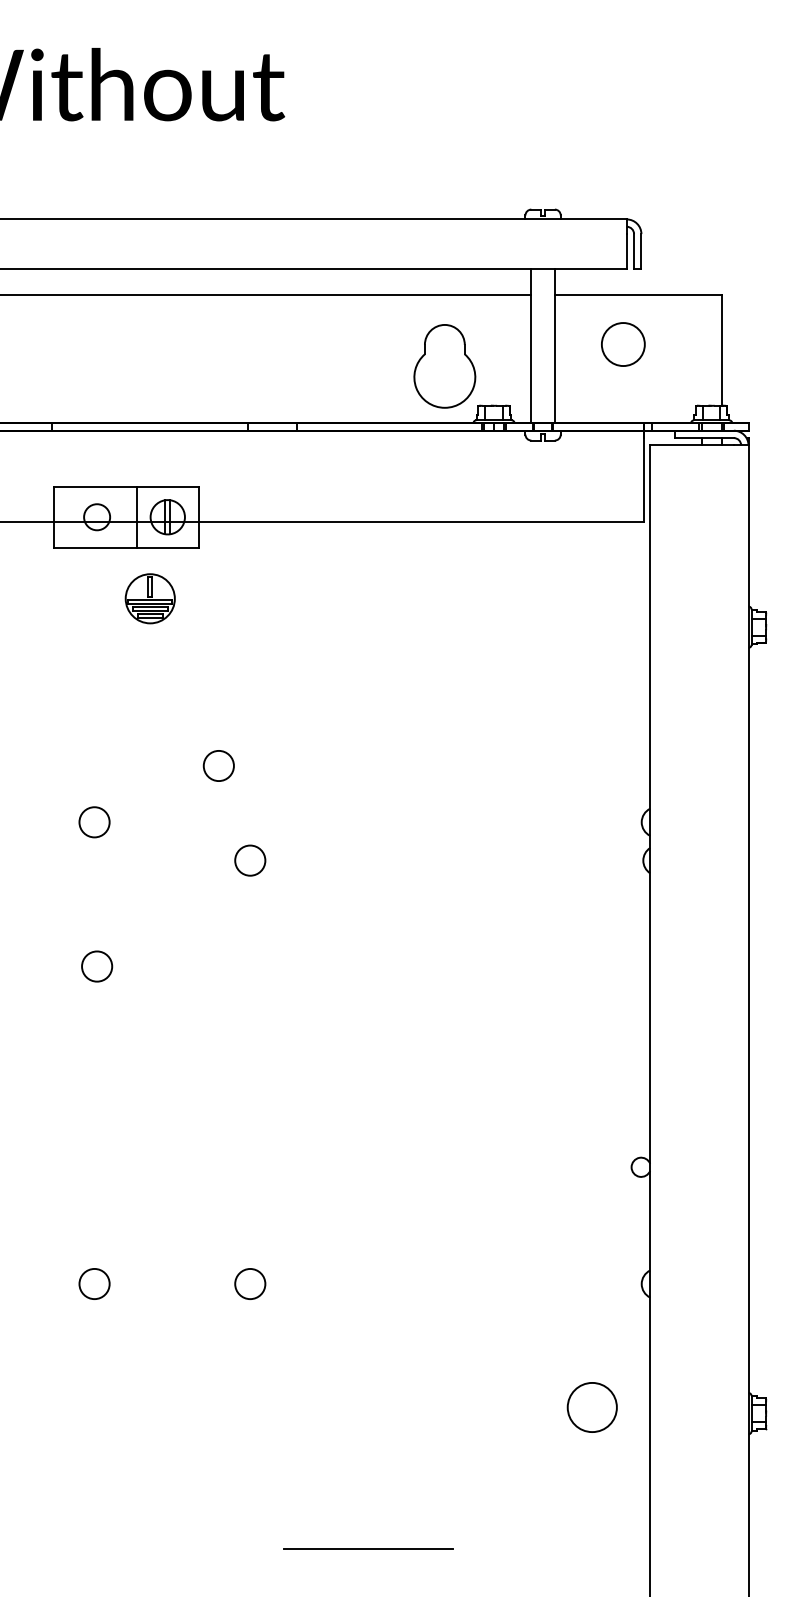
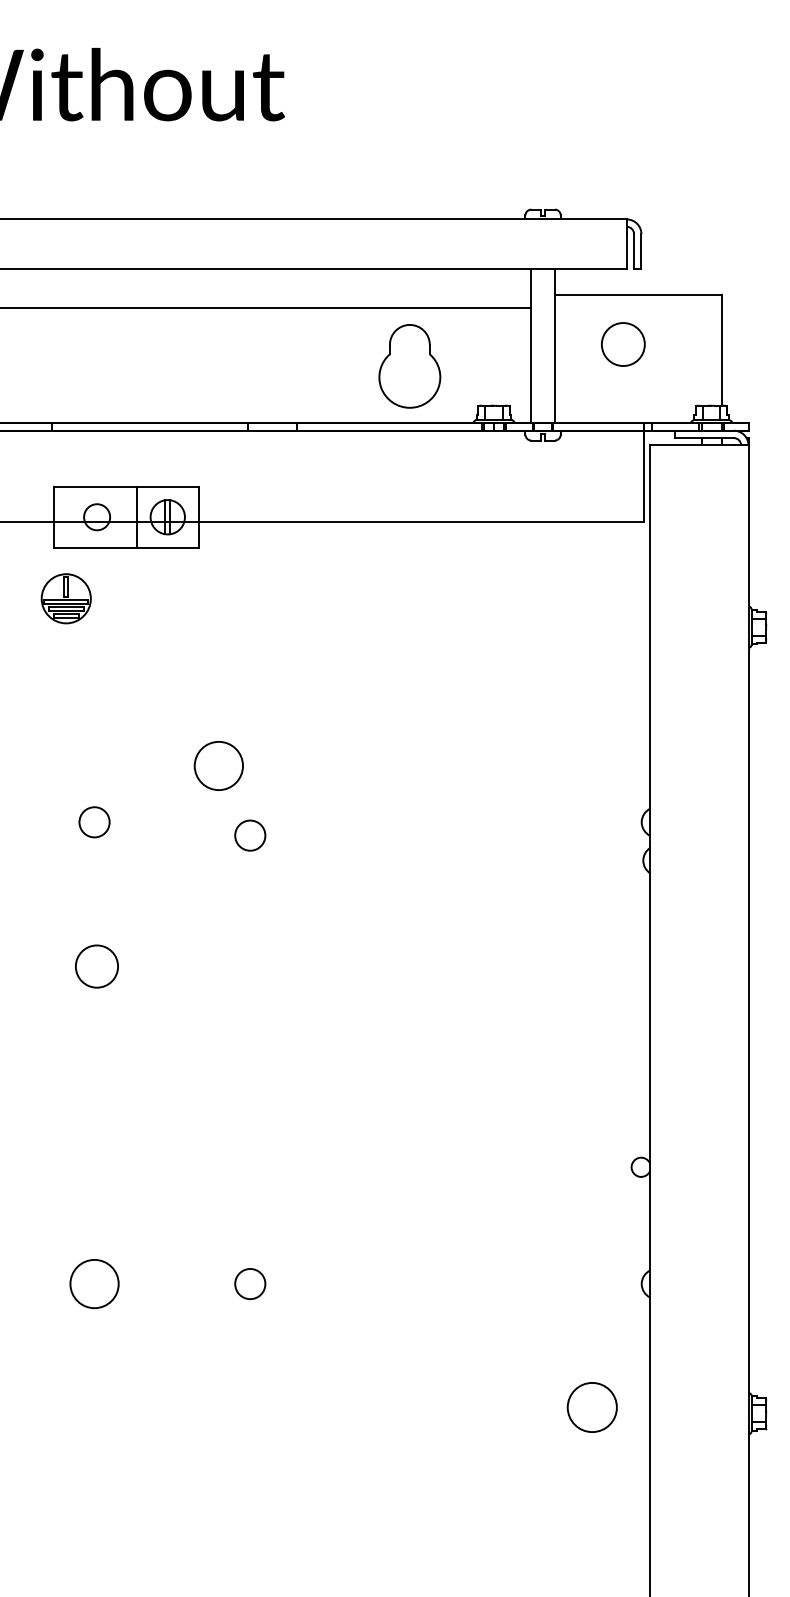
line at (266, 295) position: (266, 295) -> (266, 308)
part at (444, 366) position: (444, 366) -> (409, 366)
part at (149, 598) position: (149, 598) -> (65, 598)
circle at (218, 765) diameter: 30 px -> 48 px
circle at (250, 860) position: (250, 860) -> (250, 835)
circle at (97, 966) size: 33x33 px -> 44x45 px
circle at (94, 1283) diameter: 30 px -> 48 px
line at (368, 1549): present -> none
